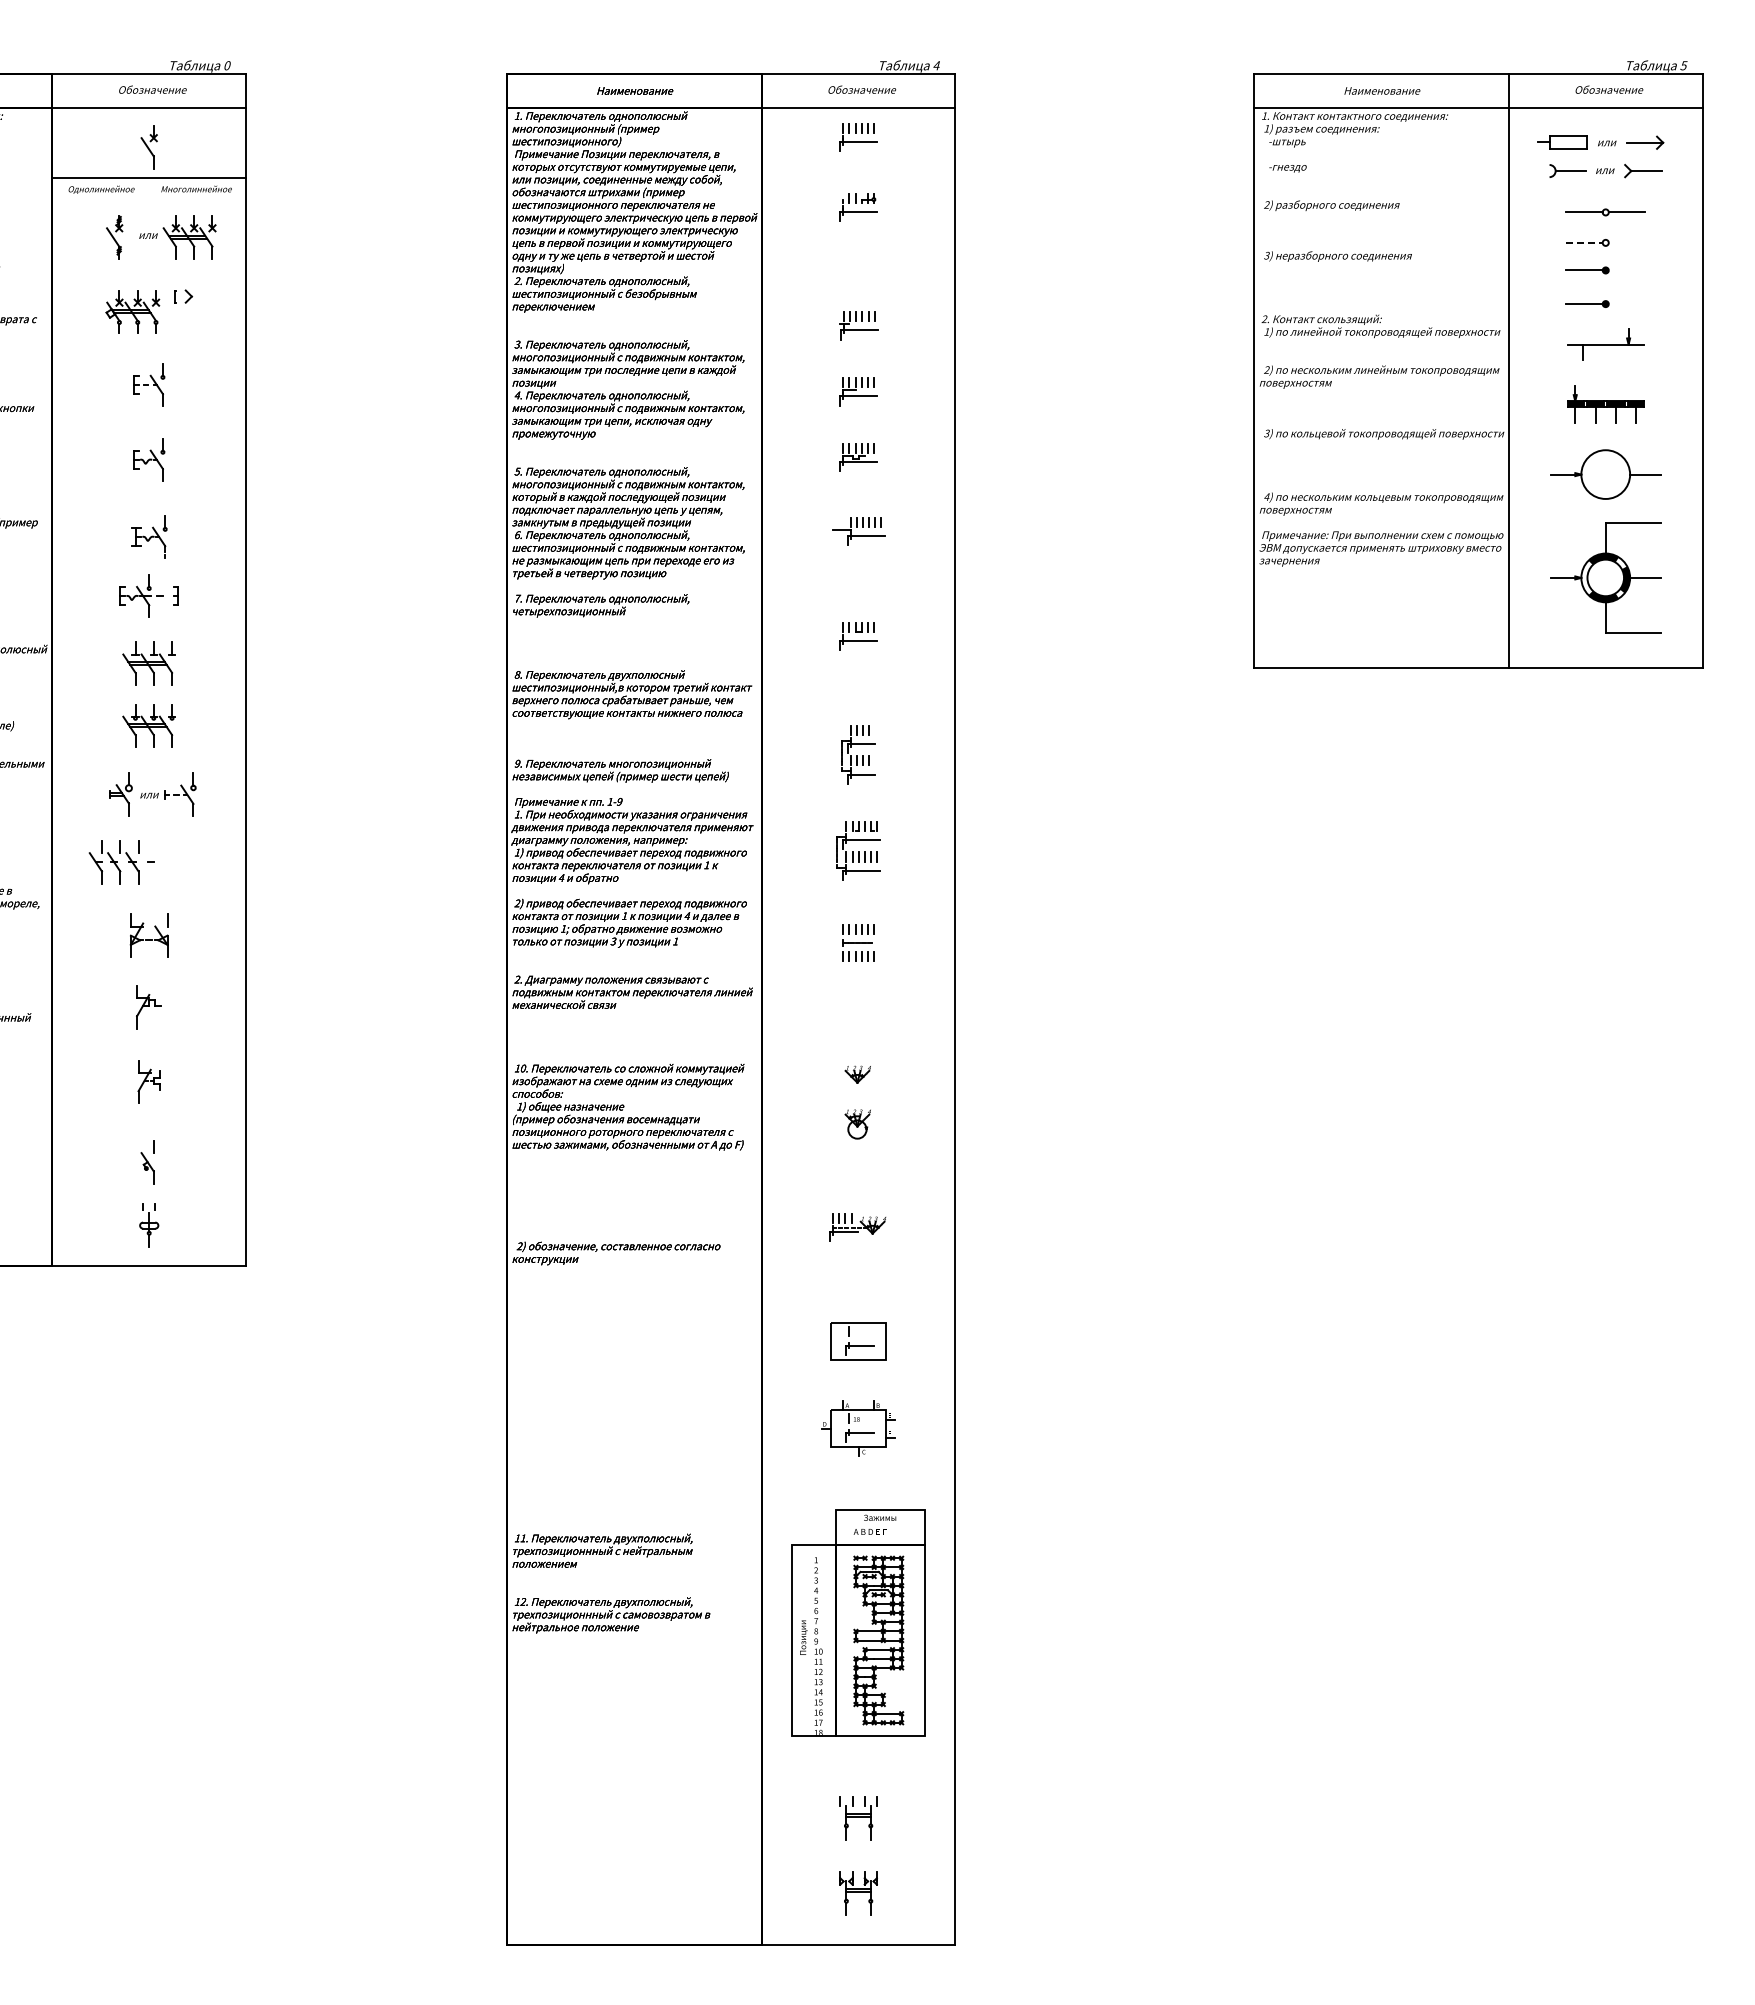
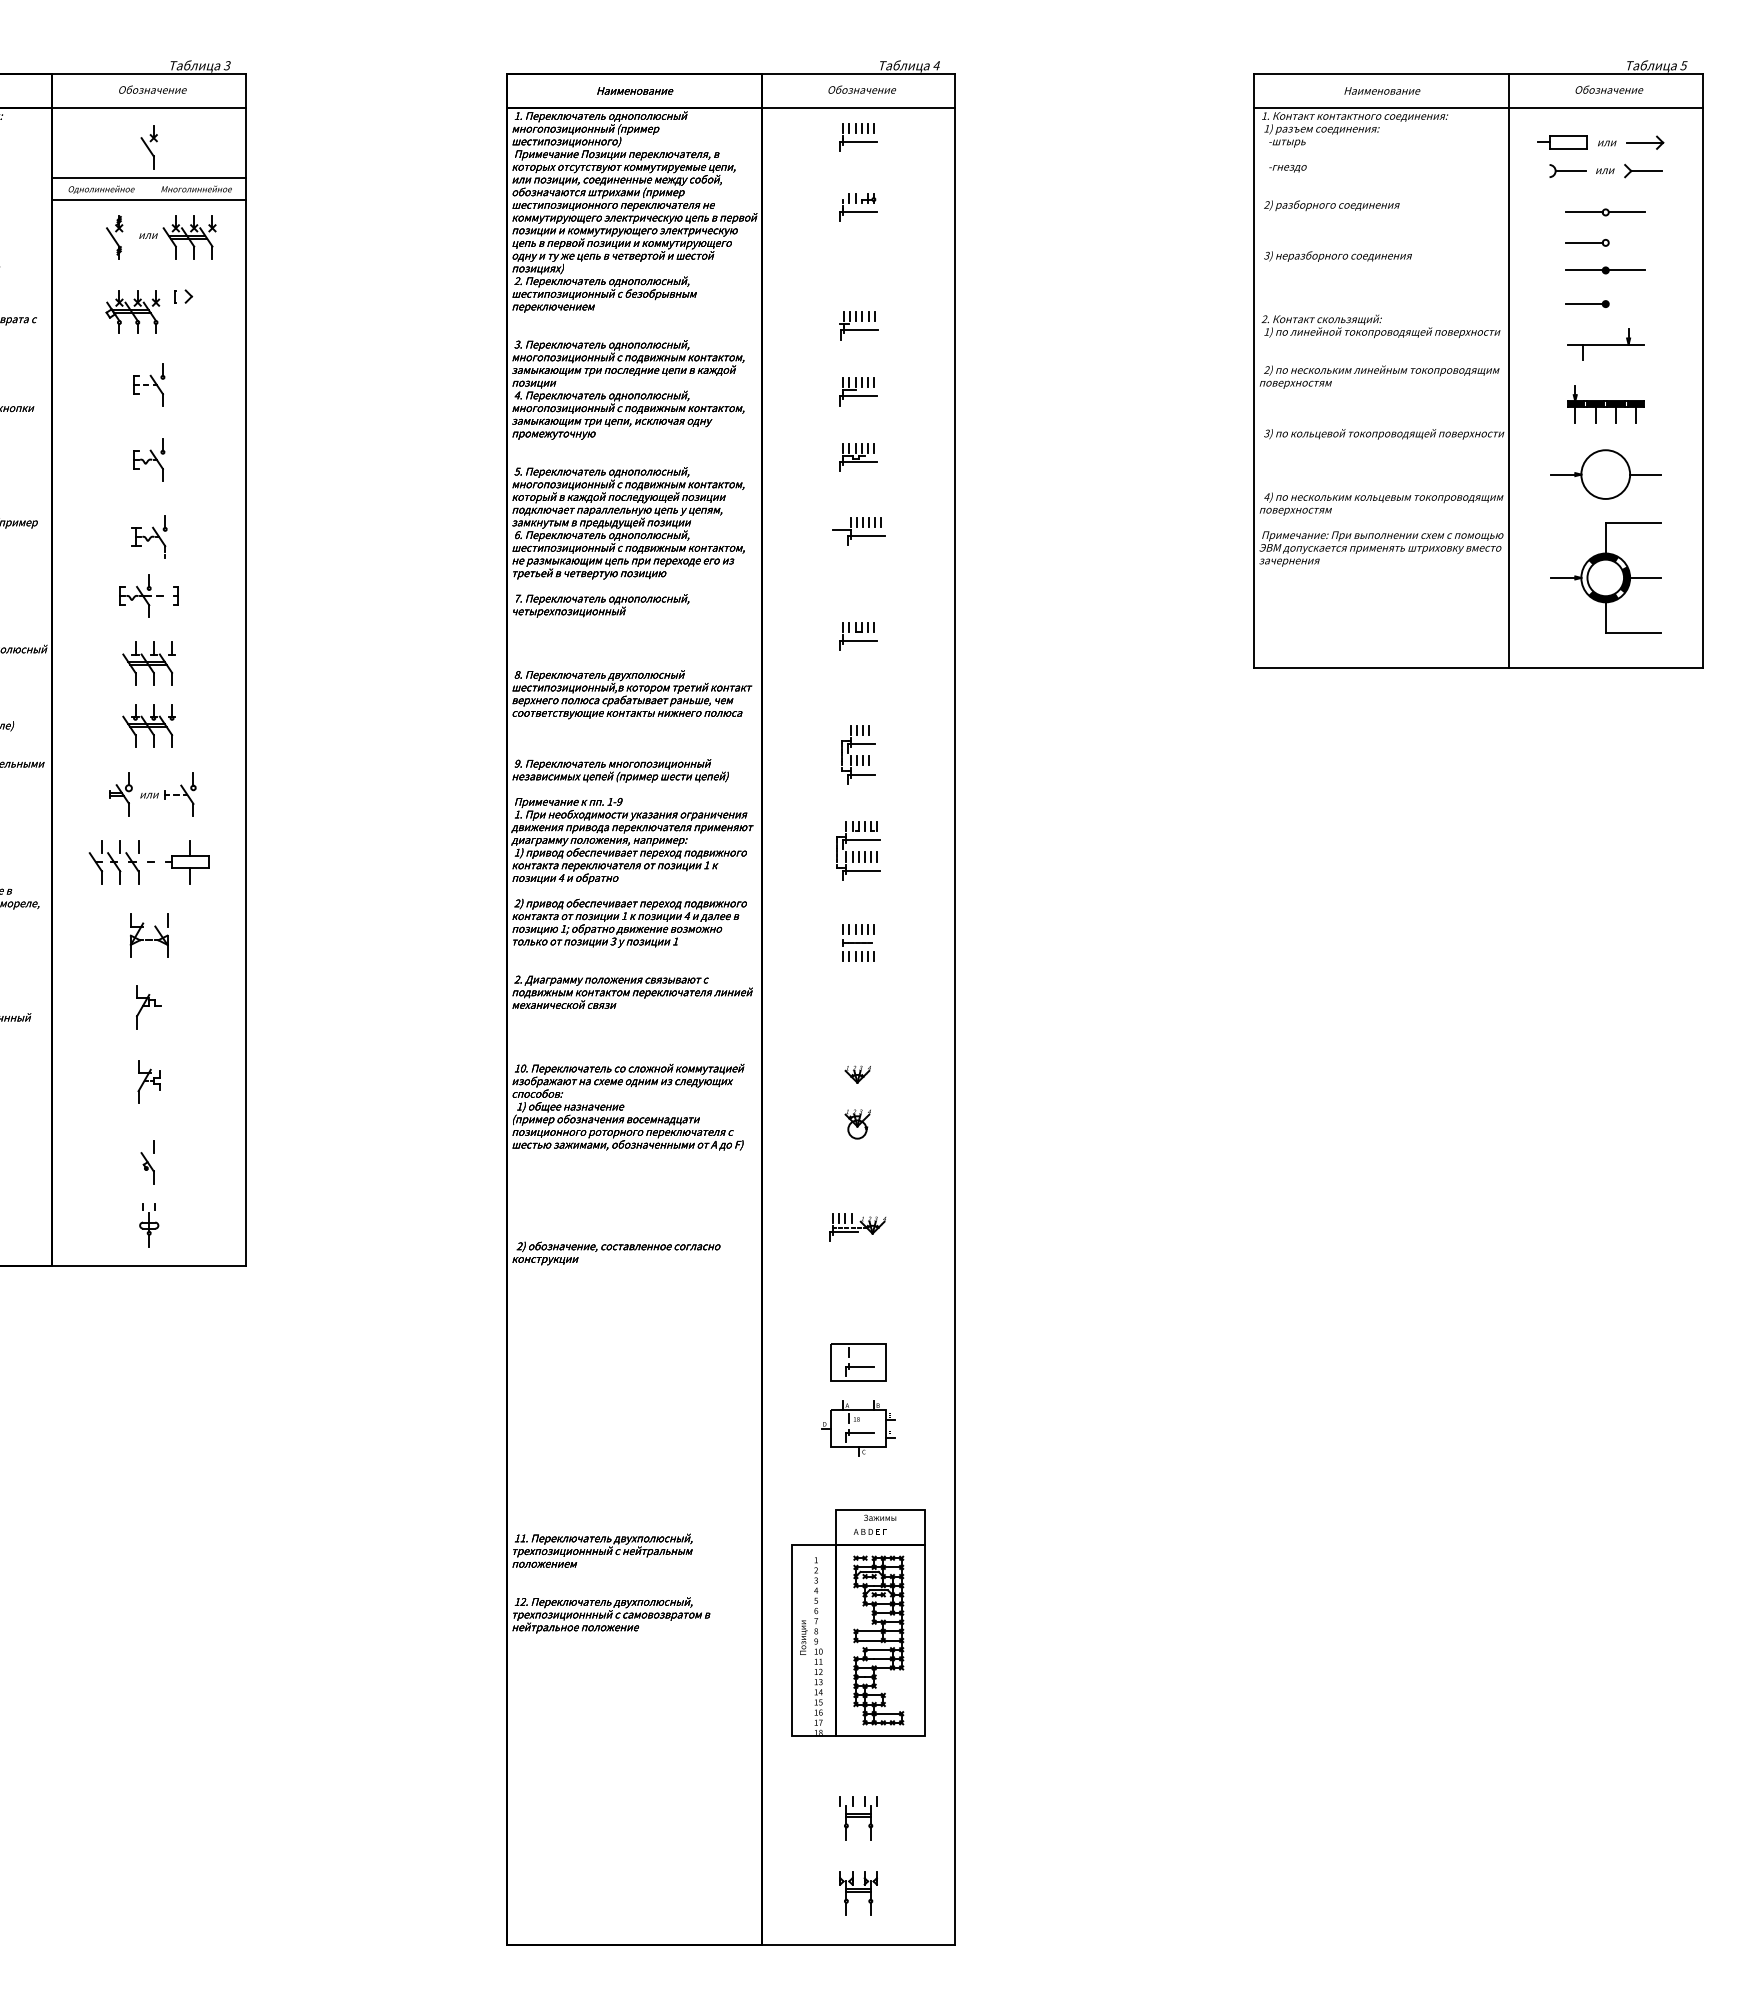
text at (226, 65): 0 -> 3
line at (148, 199): none -> present
line at (1584, 242): dashed -> solid
line at (1626, 270): none -> present
part at (187, 862): none -> present
part at (858, 1341) position: (858, 1341) -> (858, 1362)
